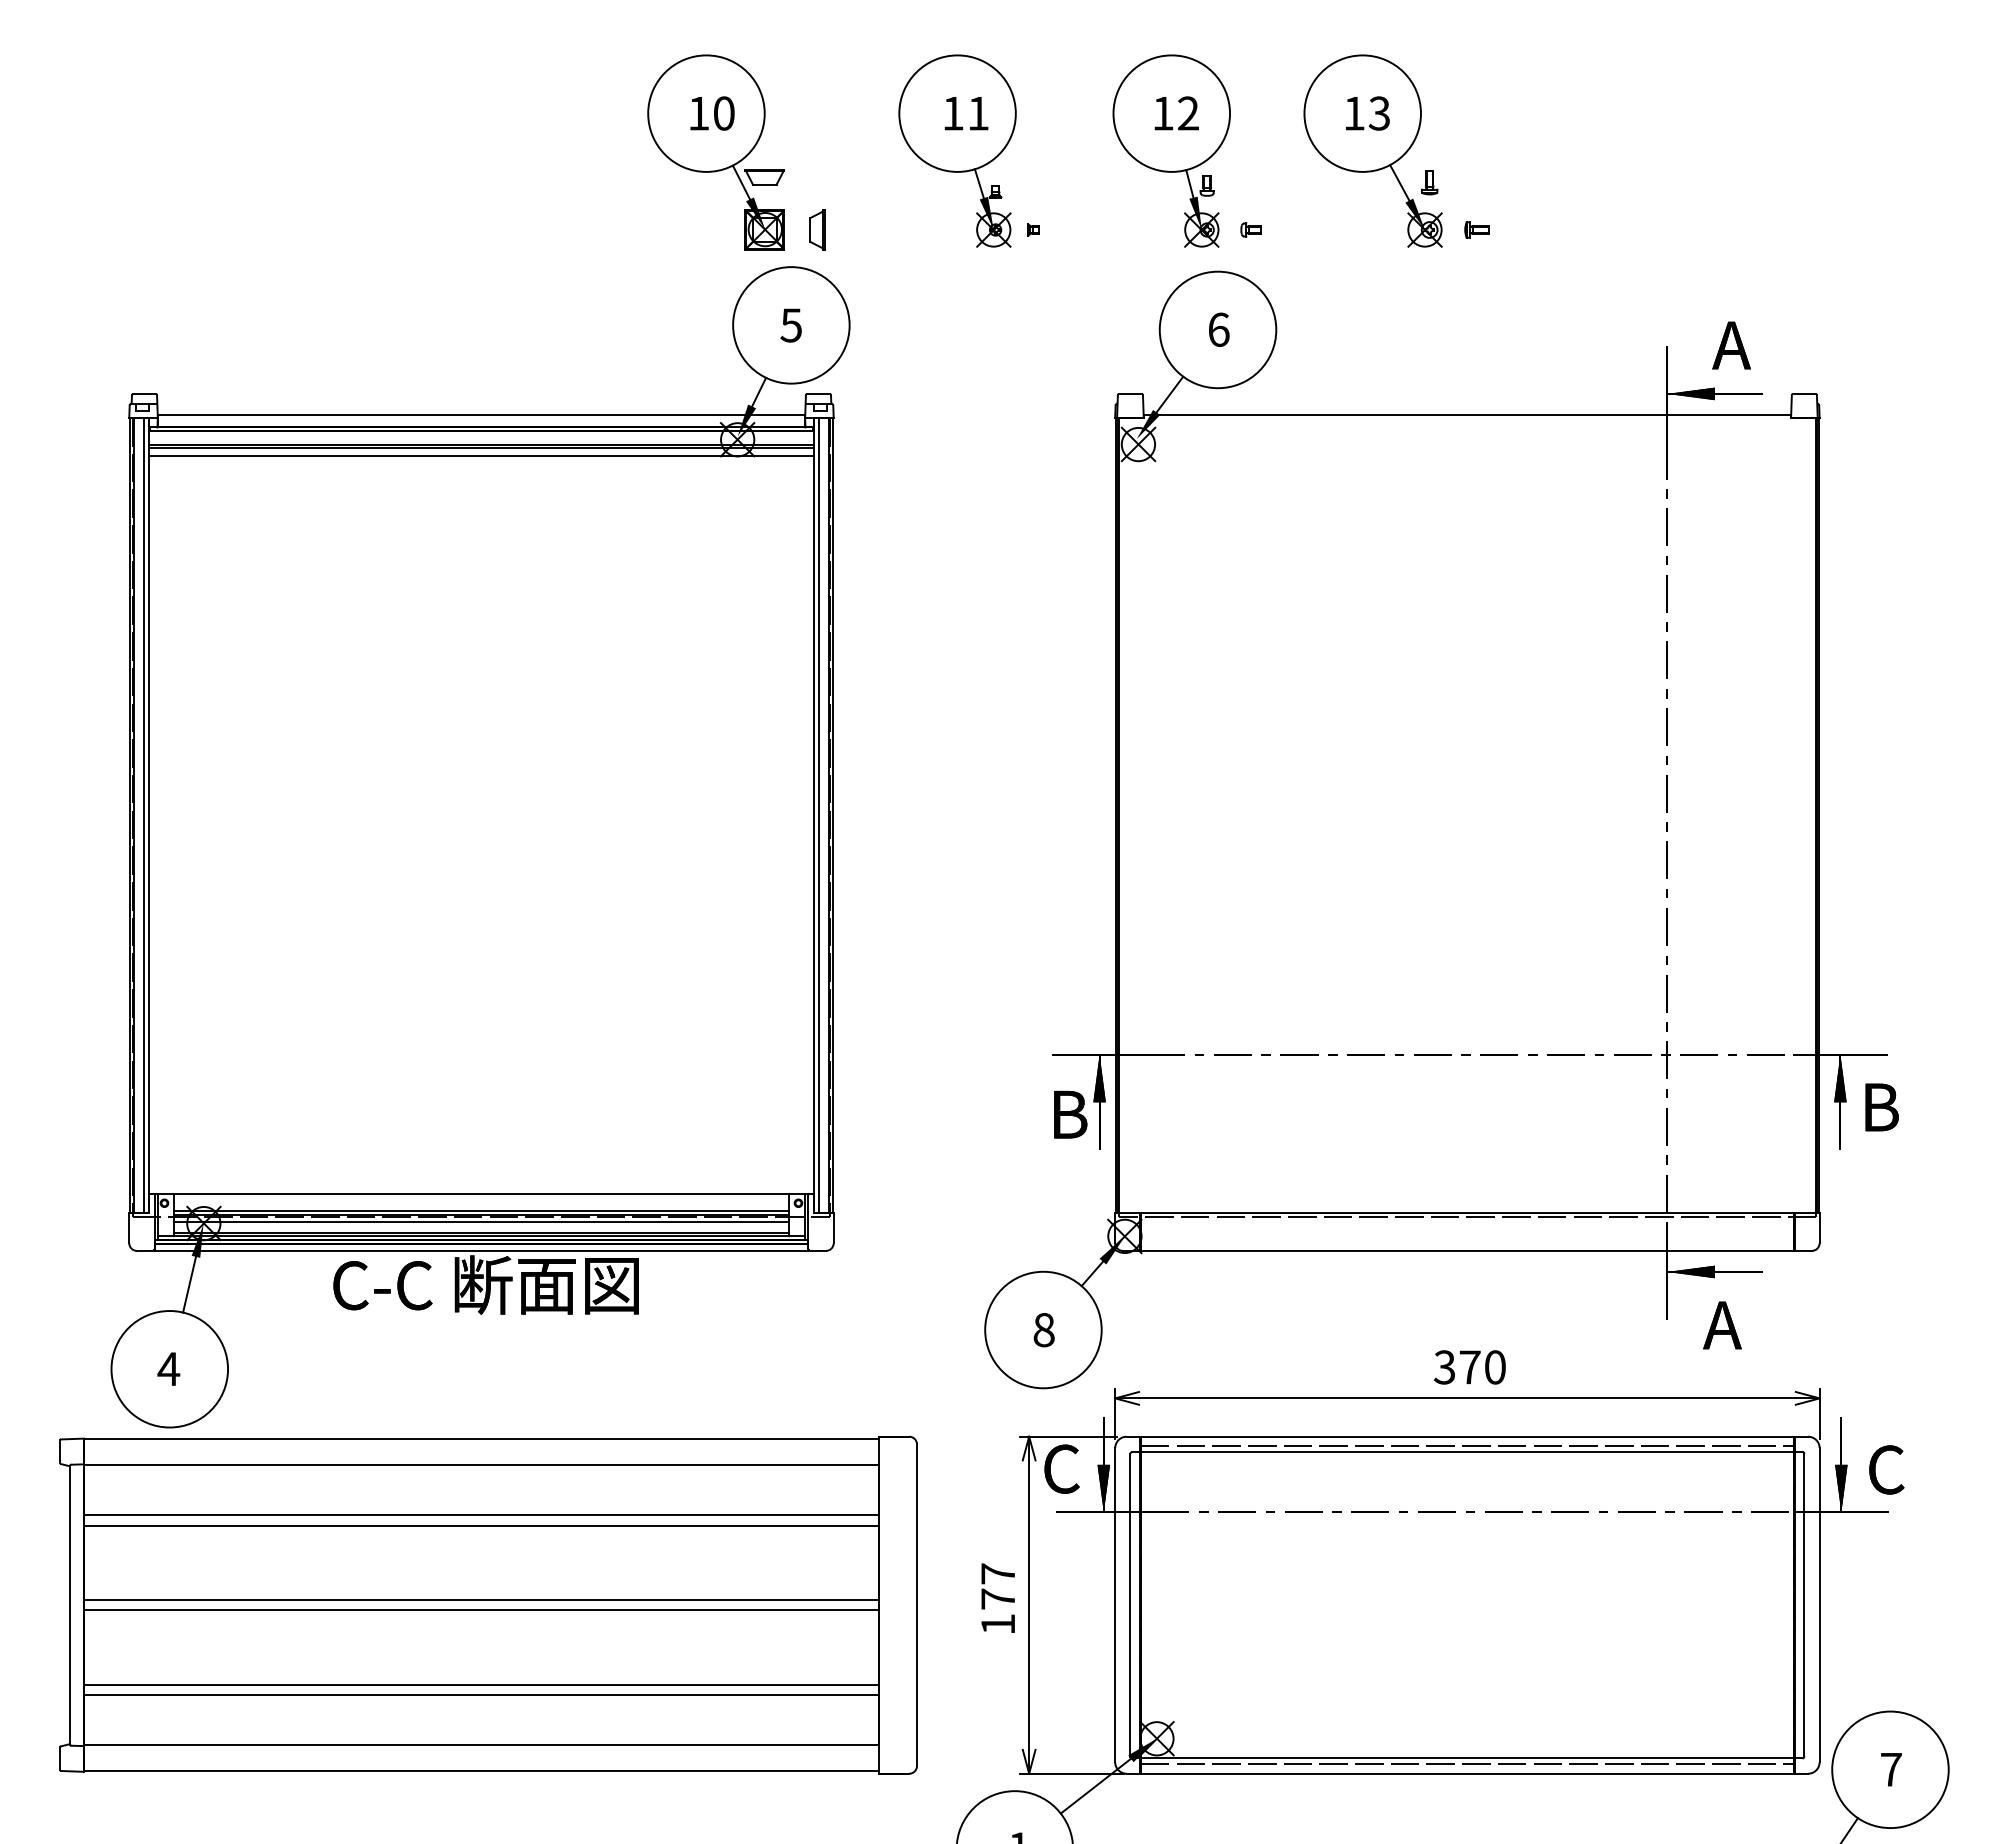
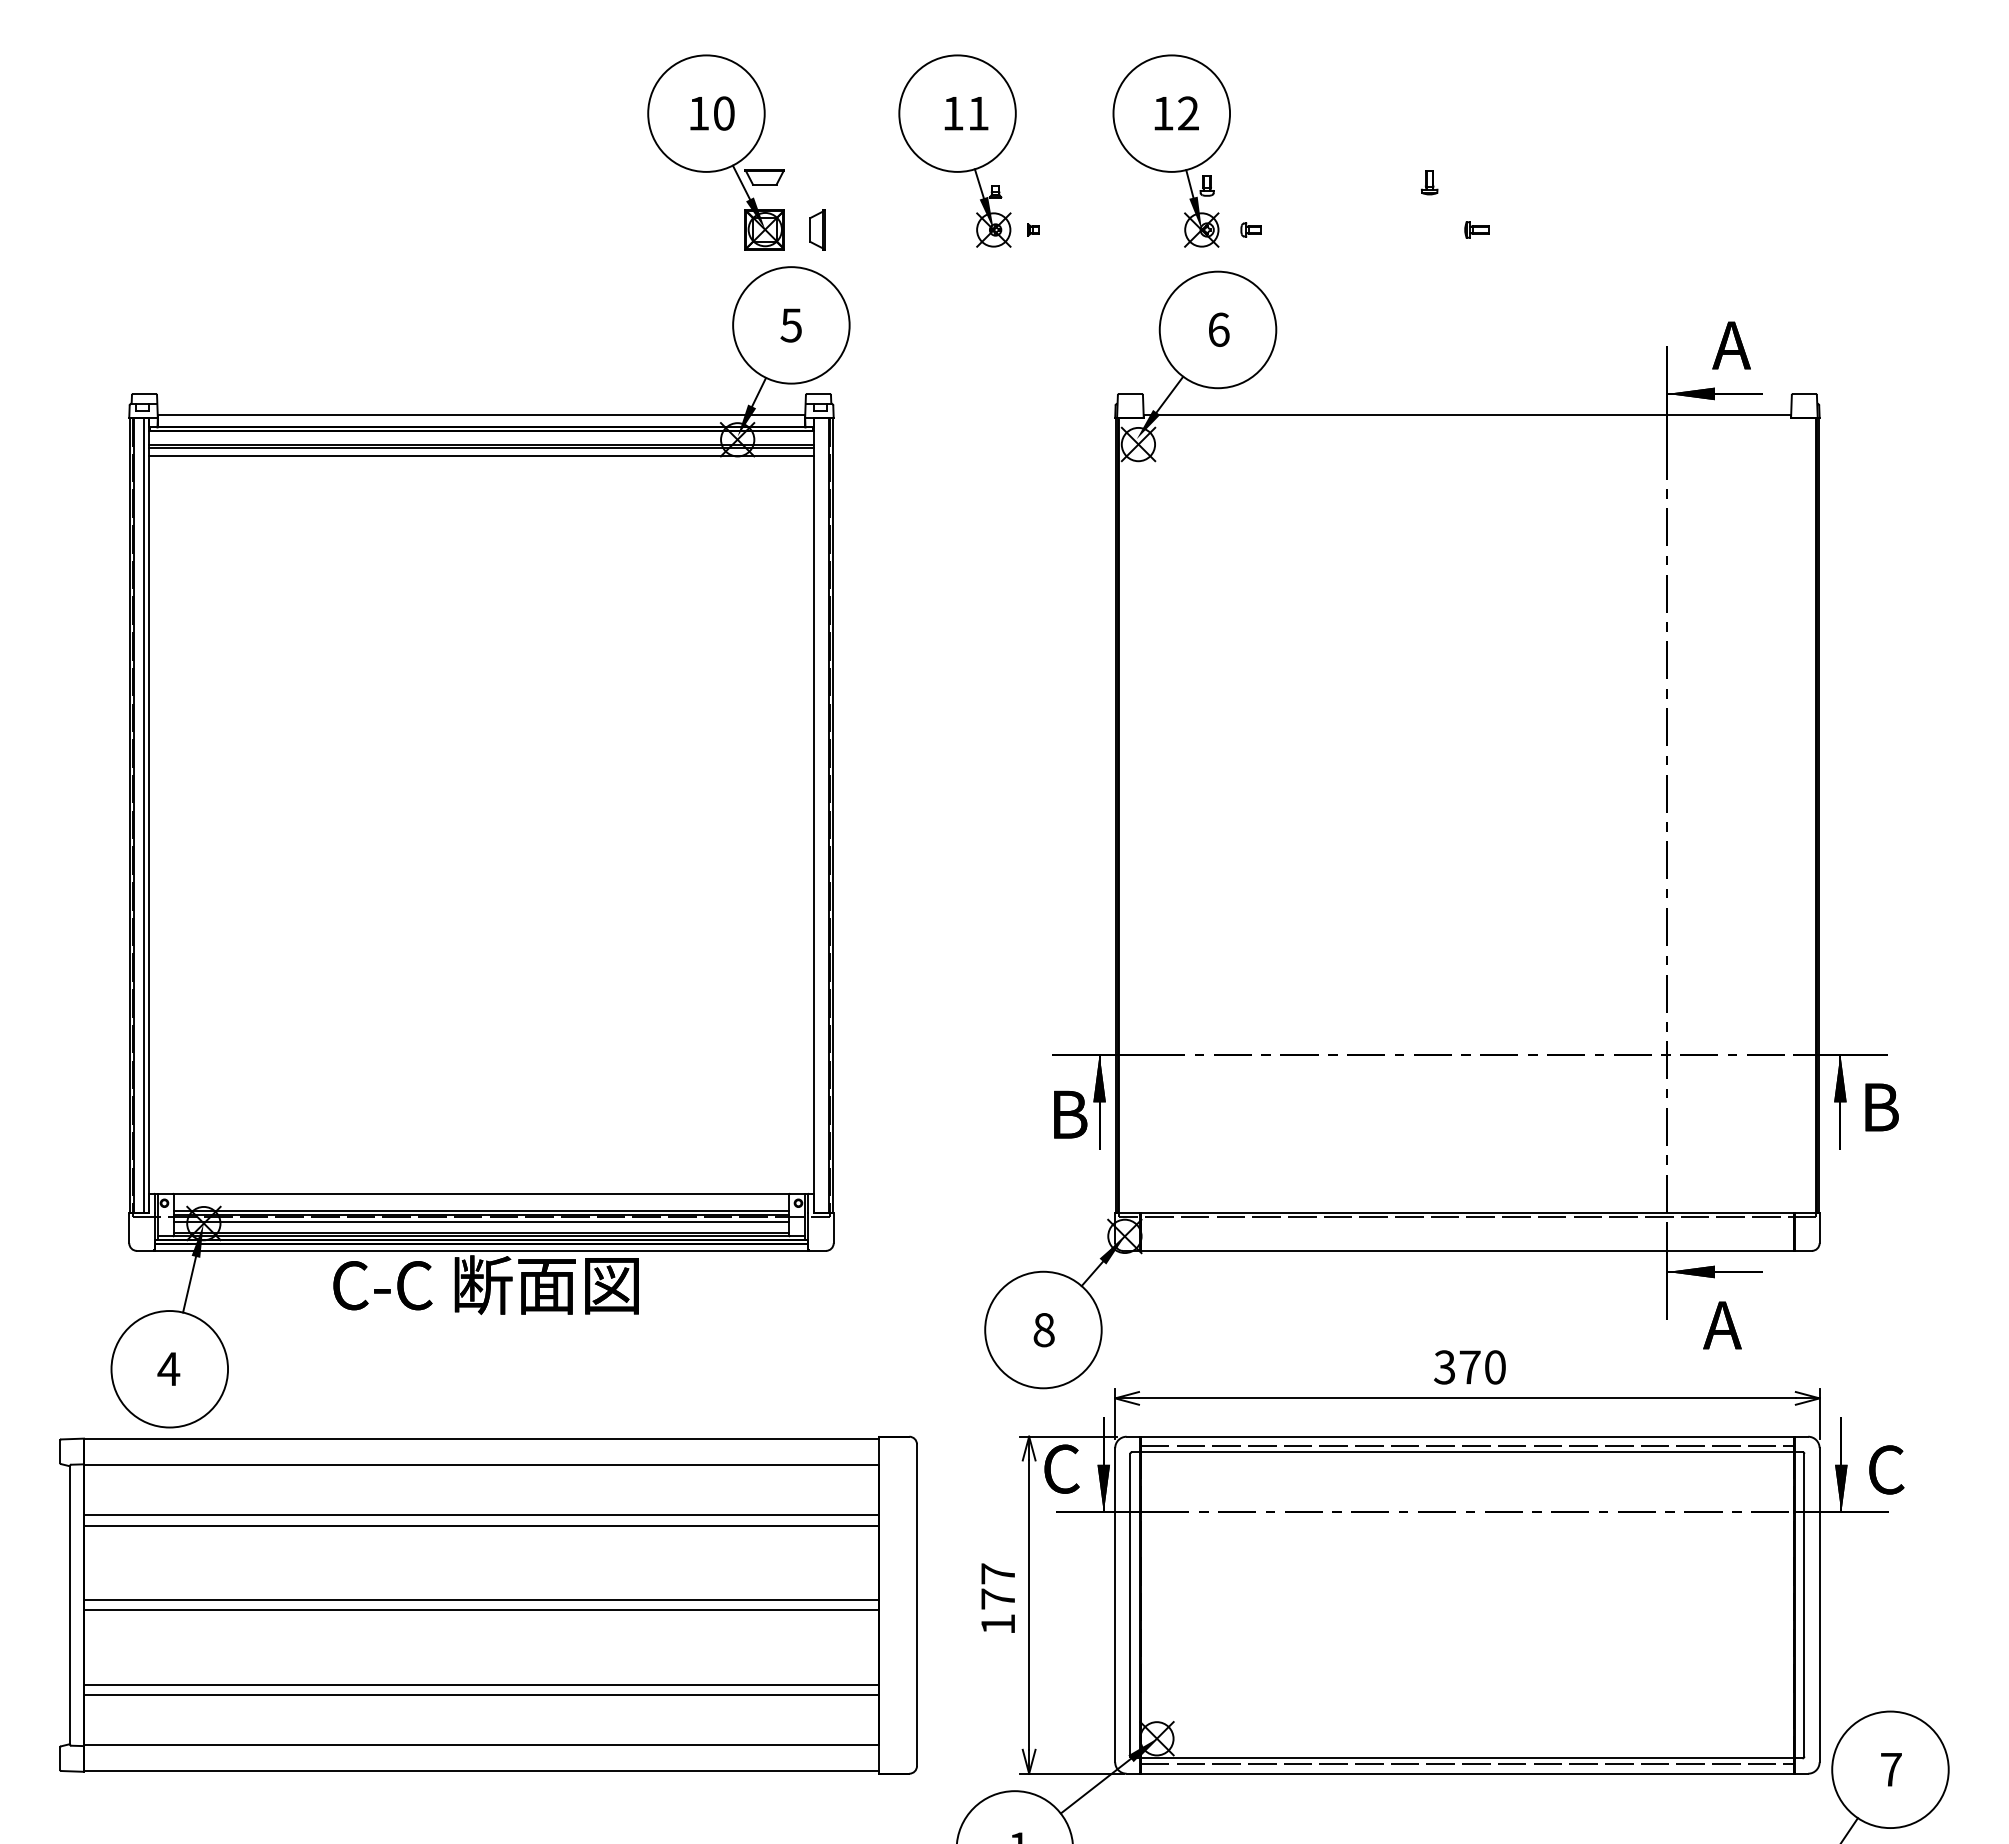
part at (1372, 150): present -> none
line at (819, 814): present -> none
